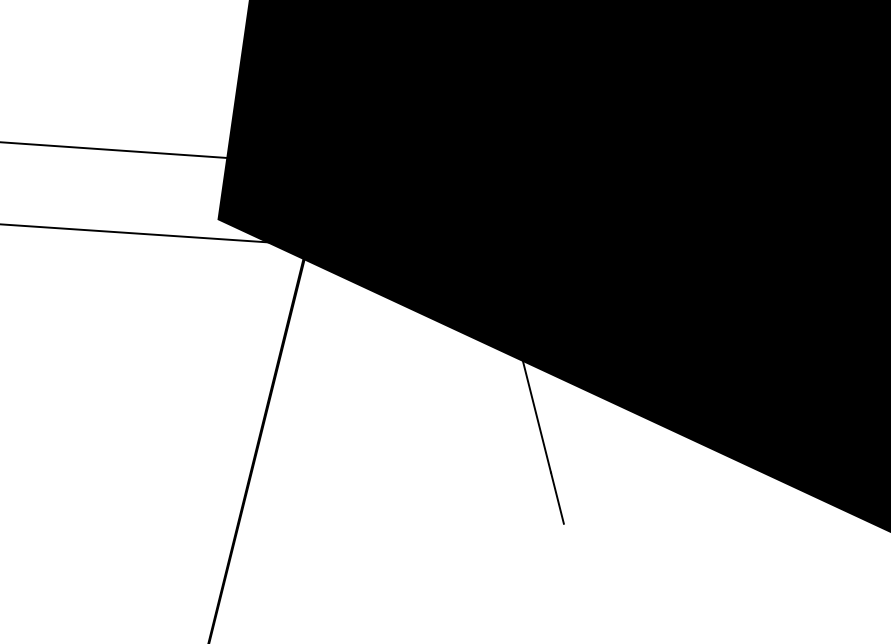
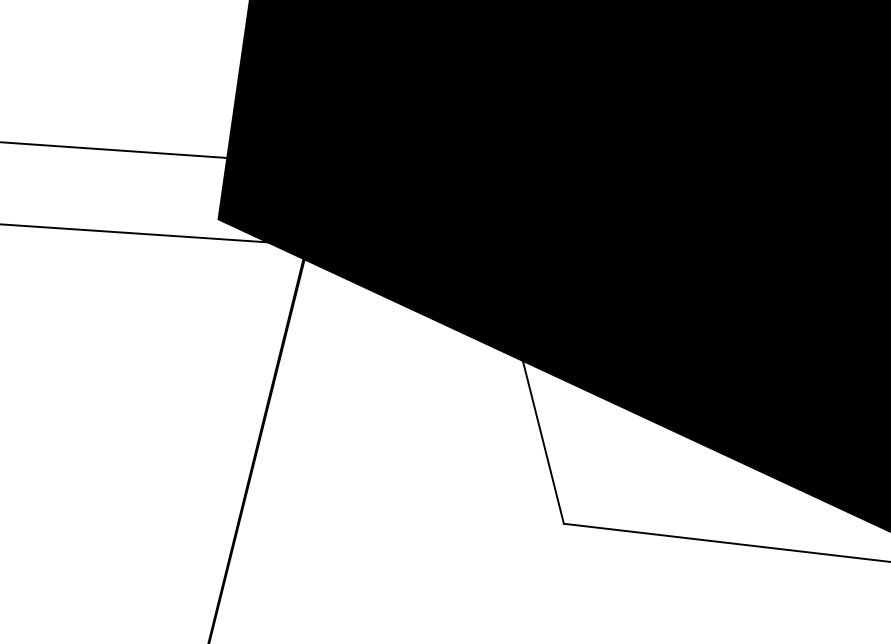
line at (725, 542): none -> present
